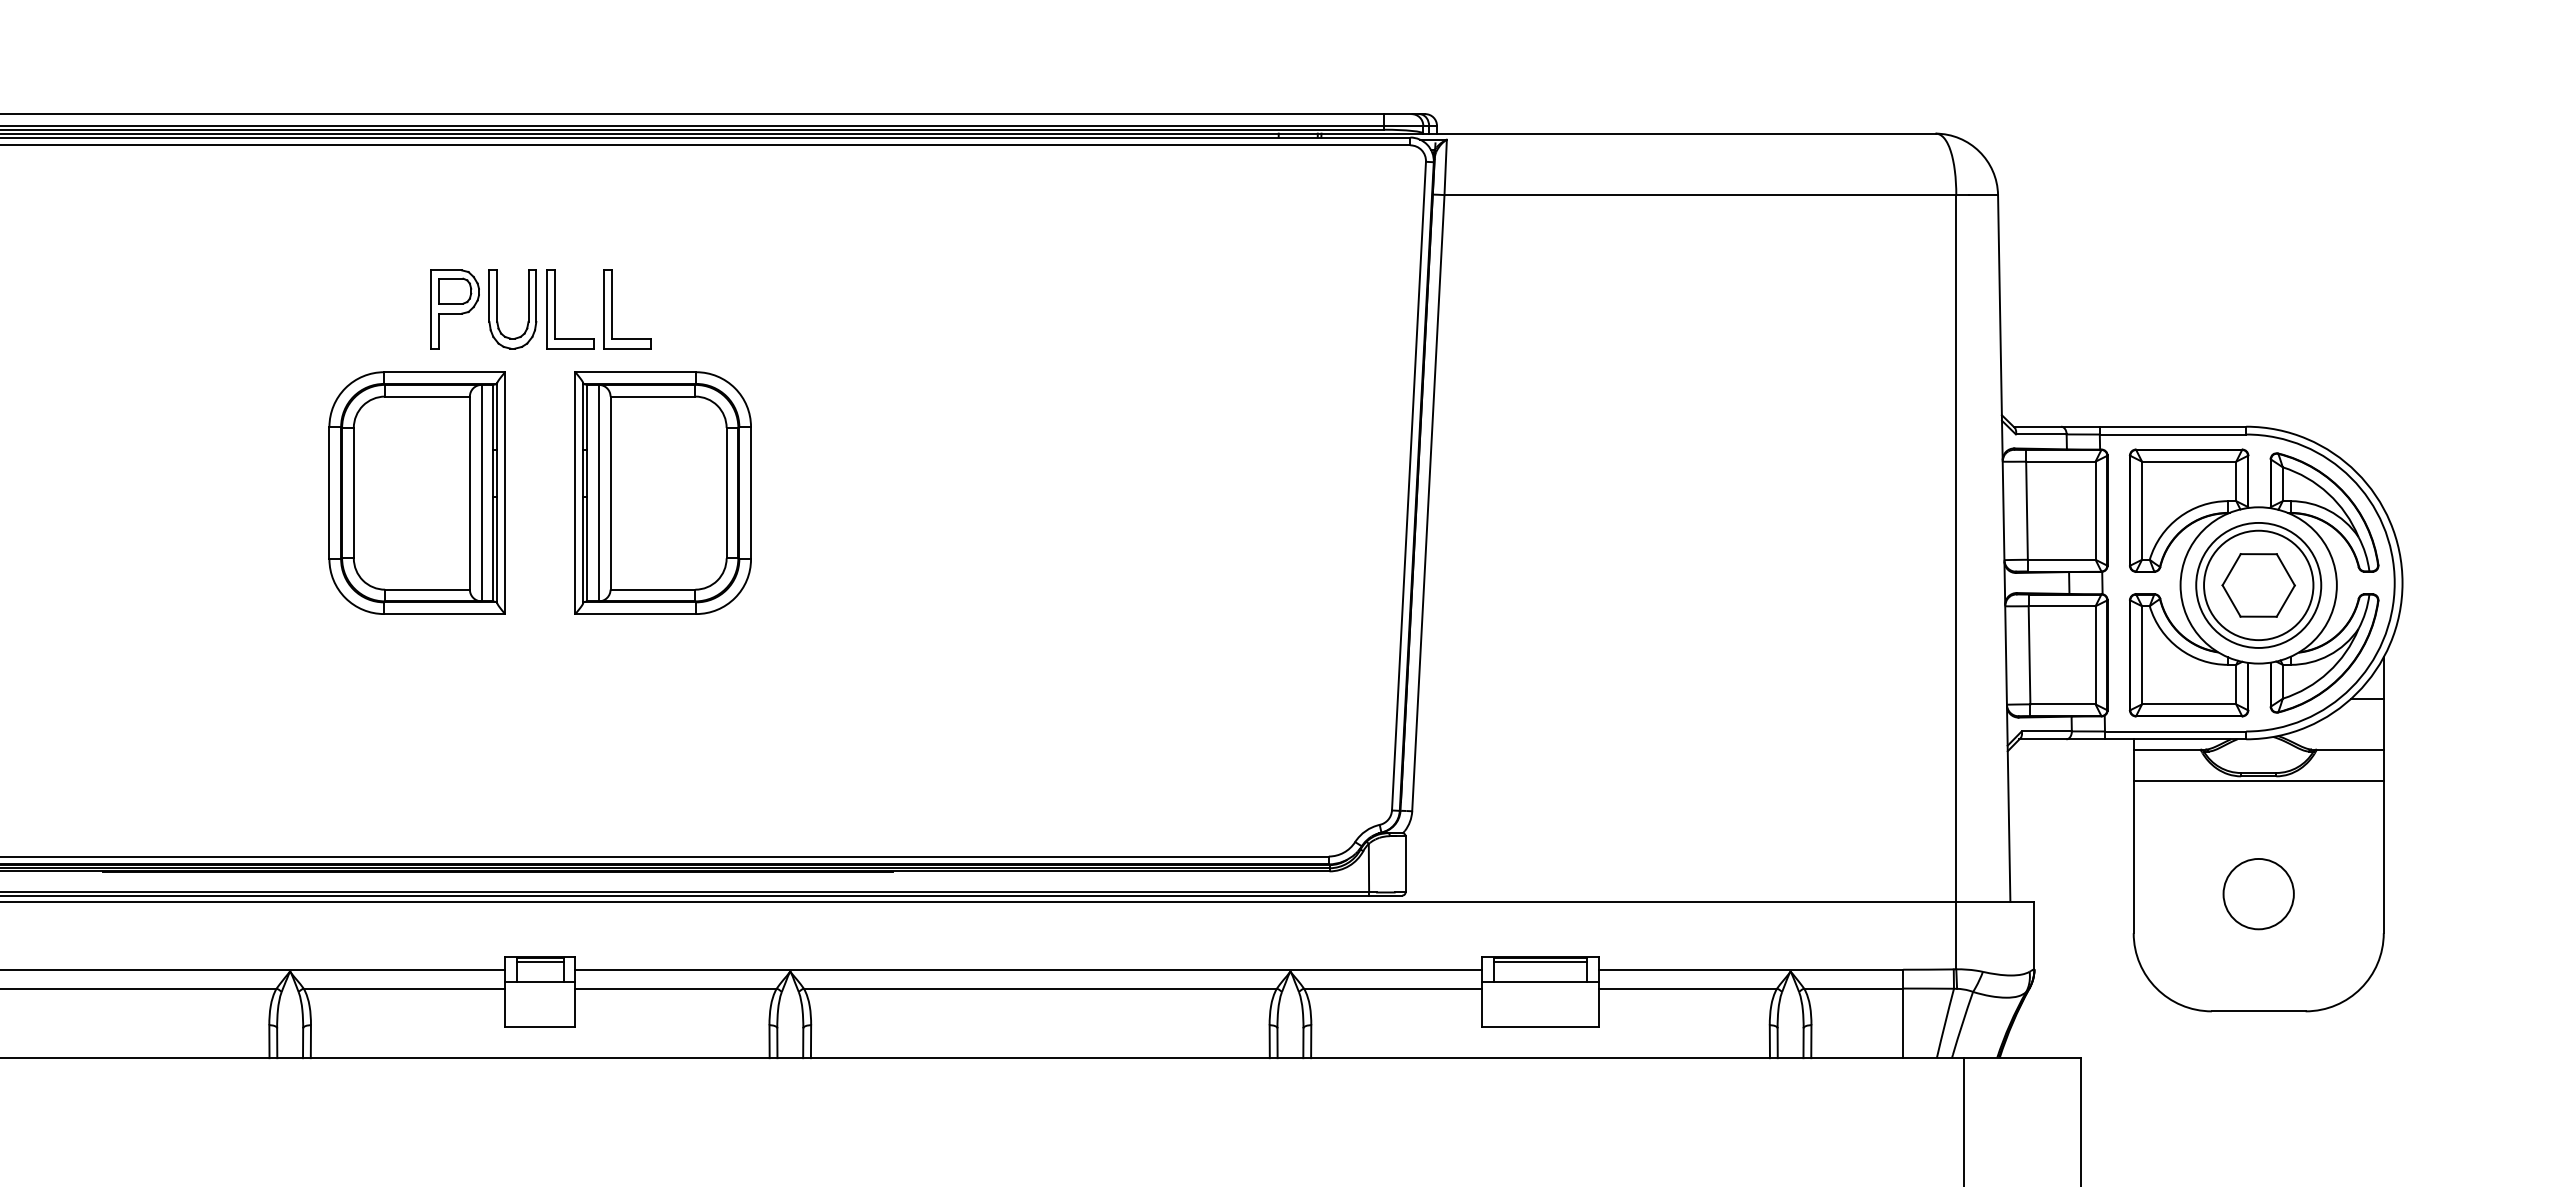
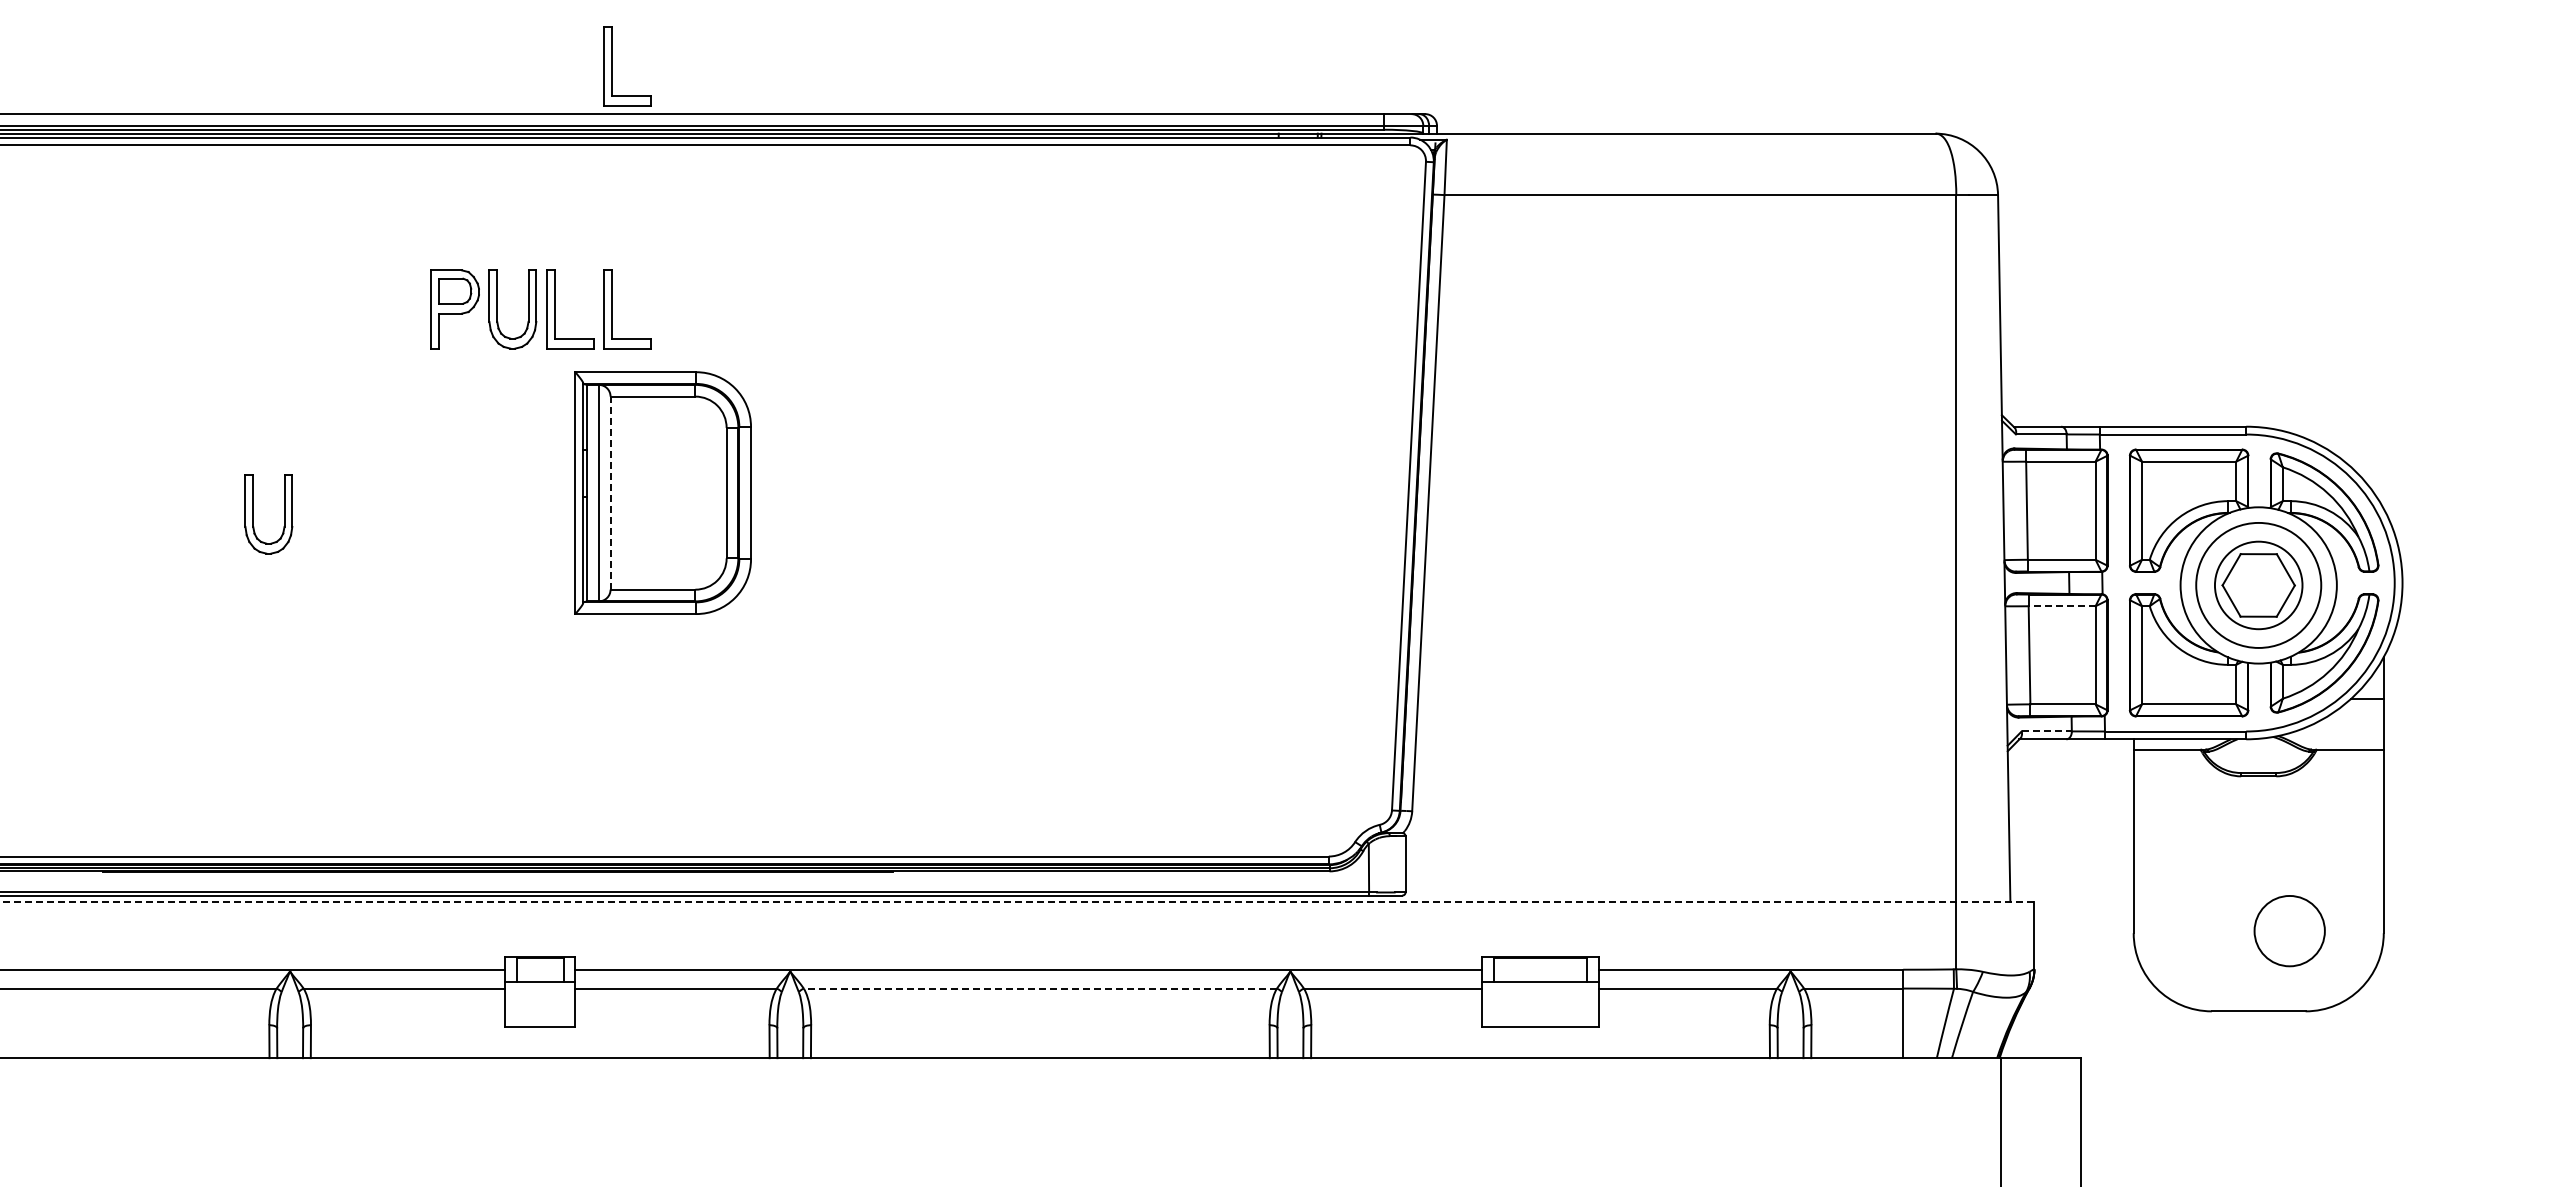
part at (612, 66): none -> present
part at (416, 492): present -> none
line at (610, 493): solid -> dashed
part at (253, 514): none -> present
circle at (2258, 585) diameter: 109 px -> 88 px
line at (2061, 606): solid -> dashed
line at (2047, 731): solid -> dashed
line at (2258, 780): present -> none
circle at (2258, 894) position: (2258, 894) -> (2289, 931)
line at (1017, 901): solid -> dashed
line at (539, 962): present -> none
line at (1540, 962): present -> none
line at (1040, 988): solid -> dashed
line at (1964, 1120) position: (1964, 1120) -> (2001, 1120)
